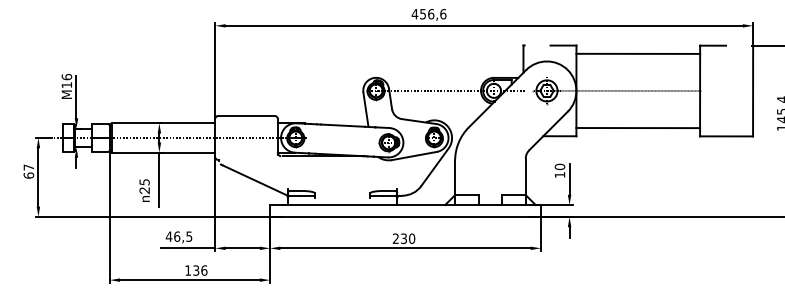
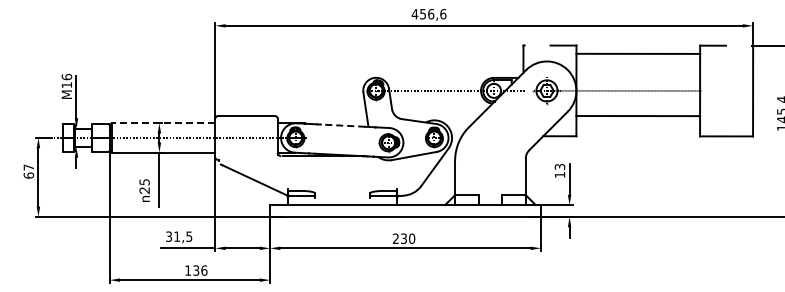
line at (163, 123): solid -> dashed
line at (342, 125): solid -> dashed
line at (638, 128) position: (638, 128) -> (638, 116)
text at (559, 166): 10 -> 13
text at (172, 236): 46,5 -> 31,5
